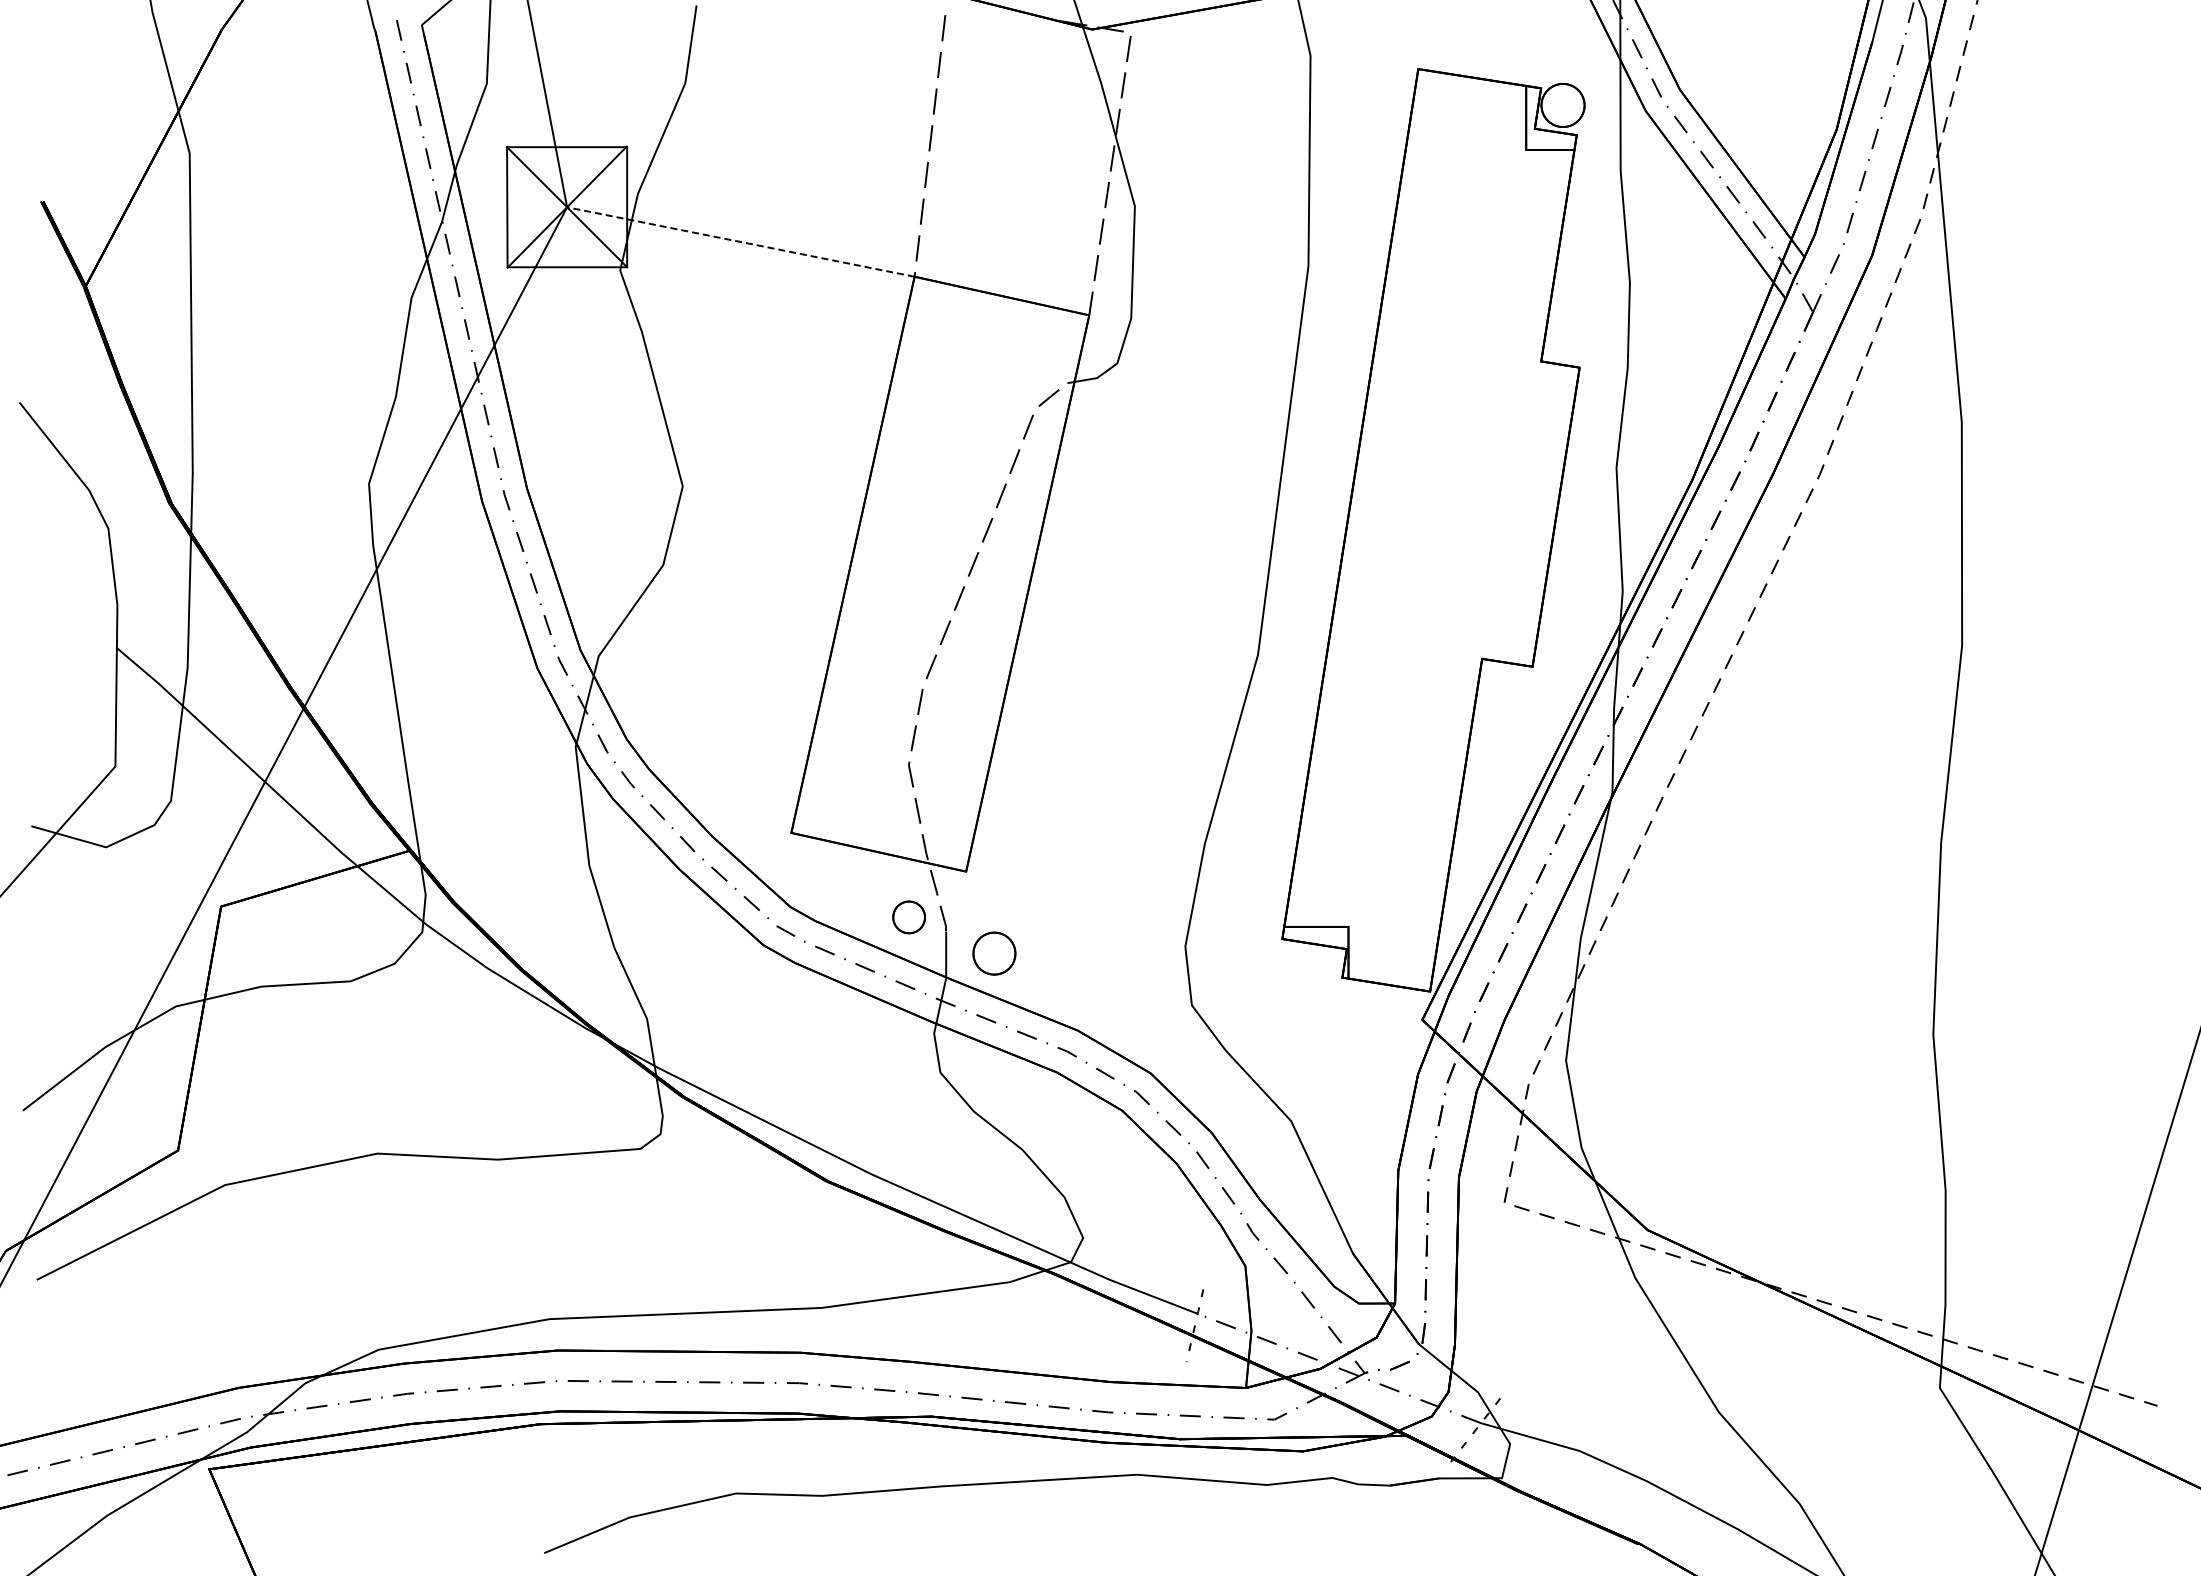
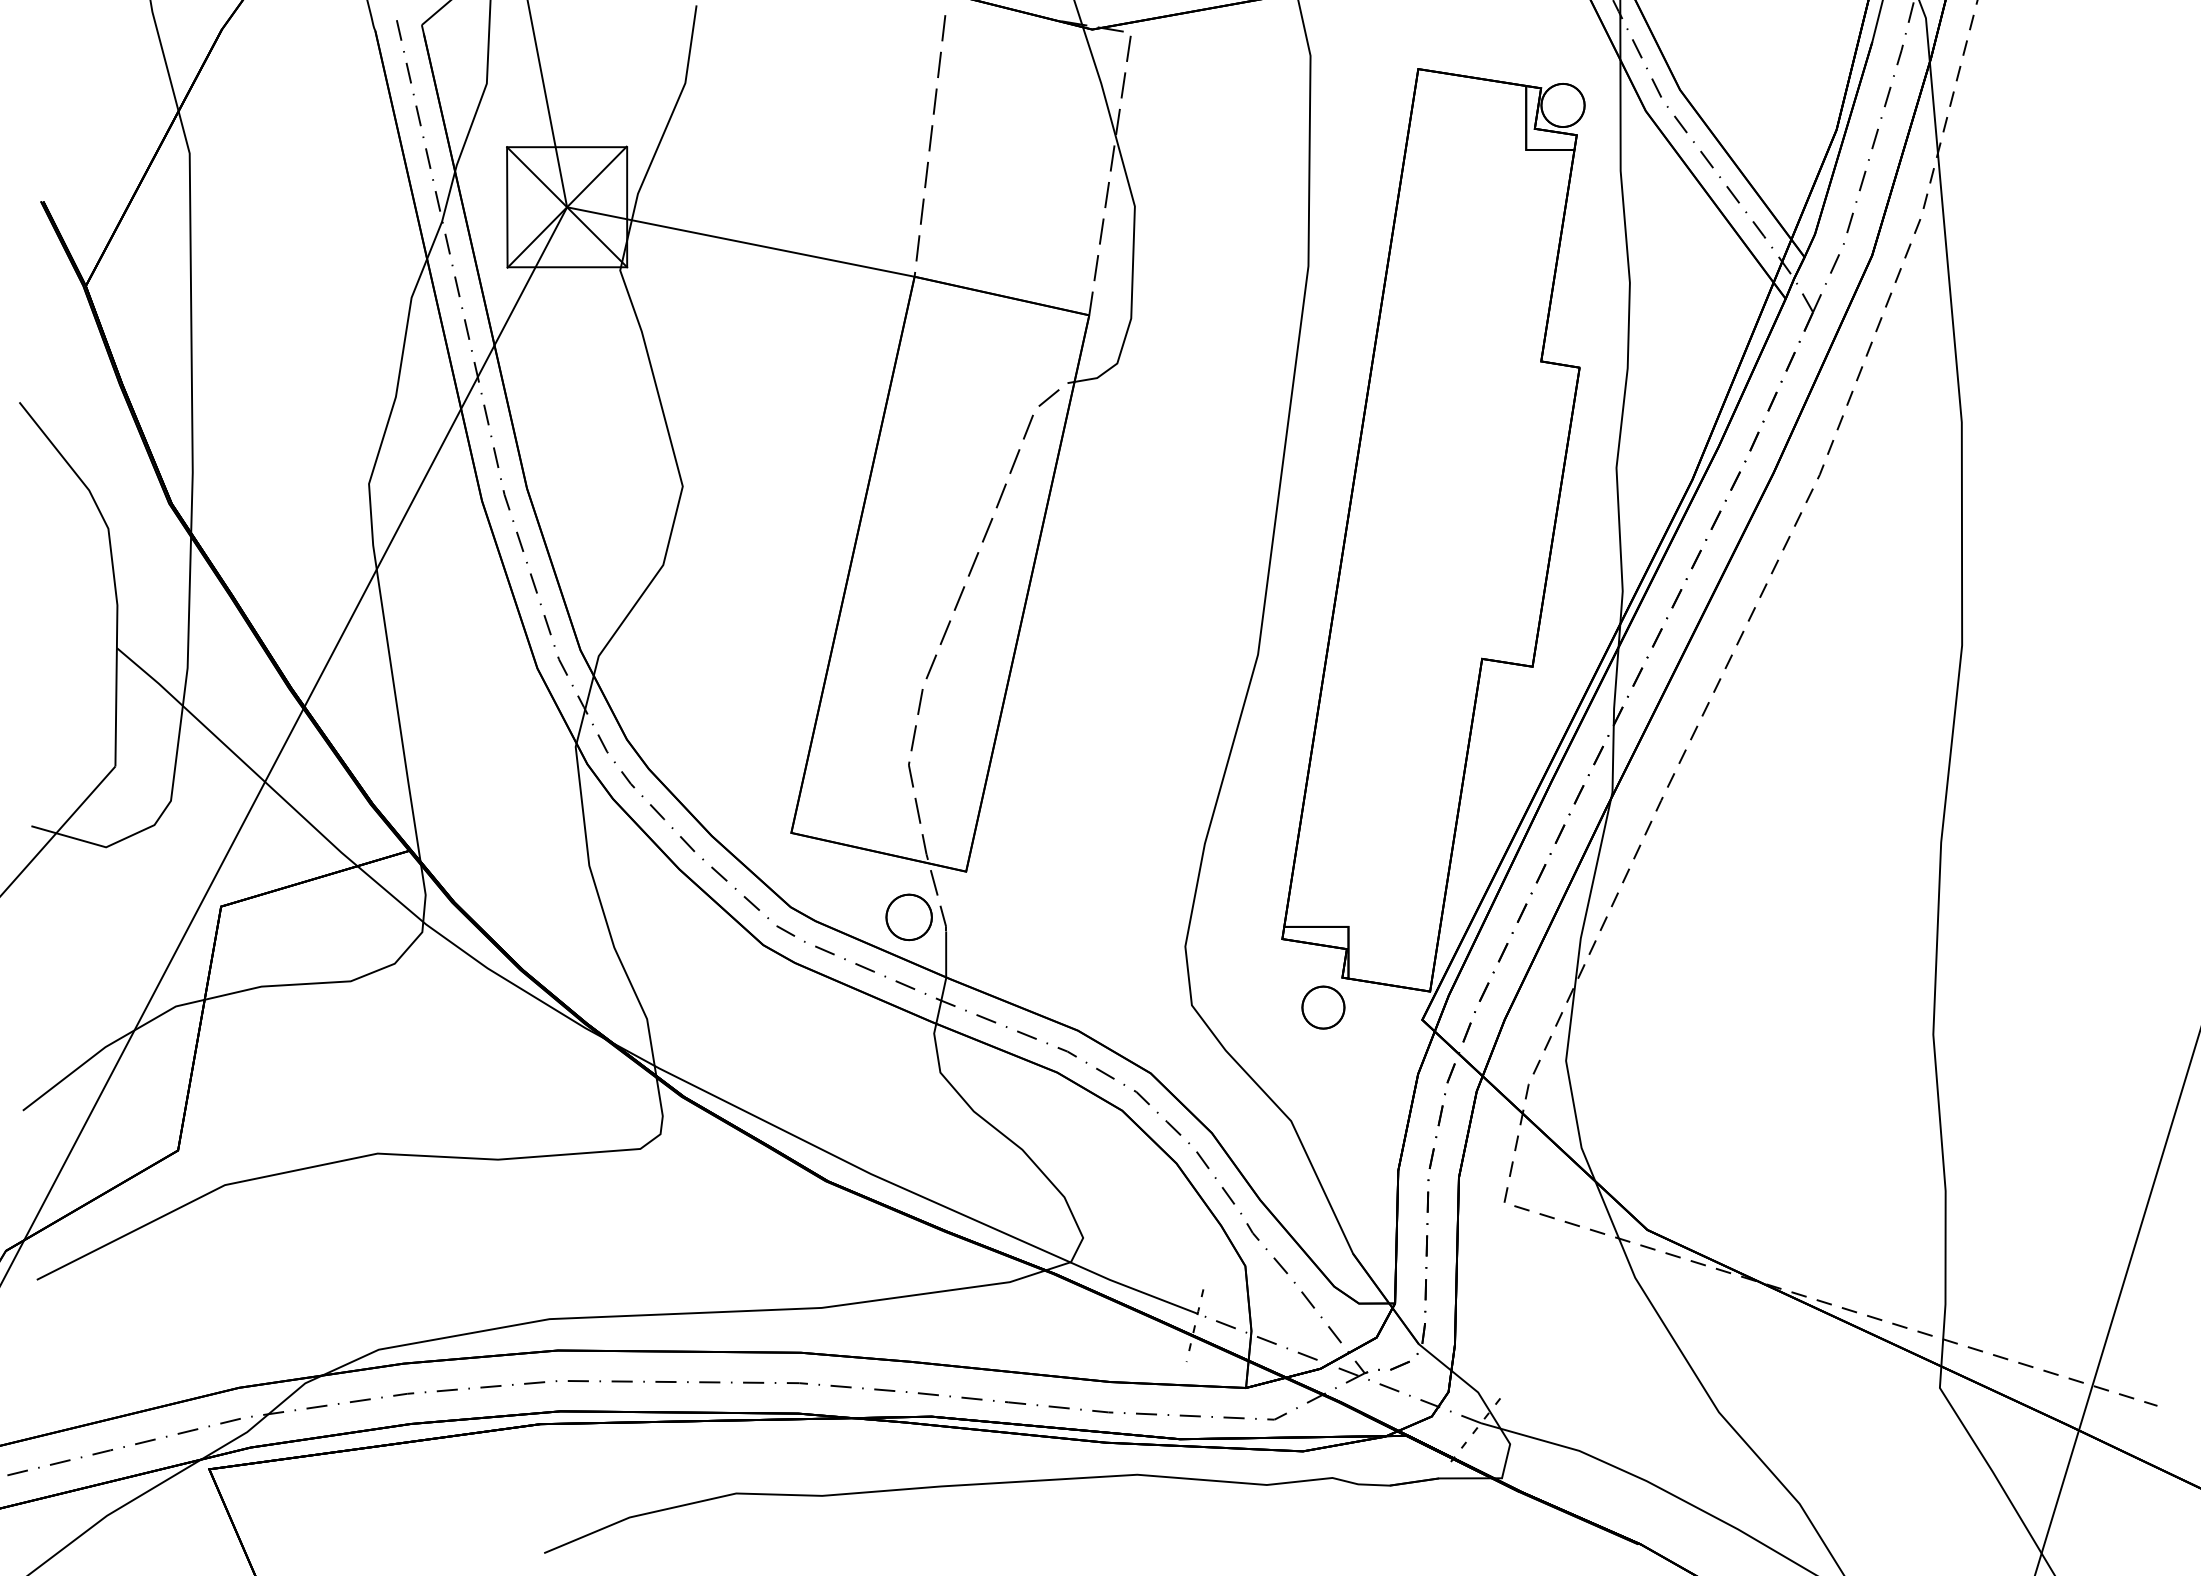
line at (740, 241): dashed -> solid
part at (908, 917) size: 34x35 px -> 48x49 px
part at (994, 953) position: (994, 953) -> (1323, 1007)
